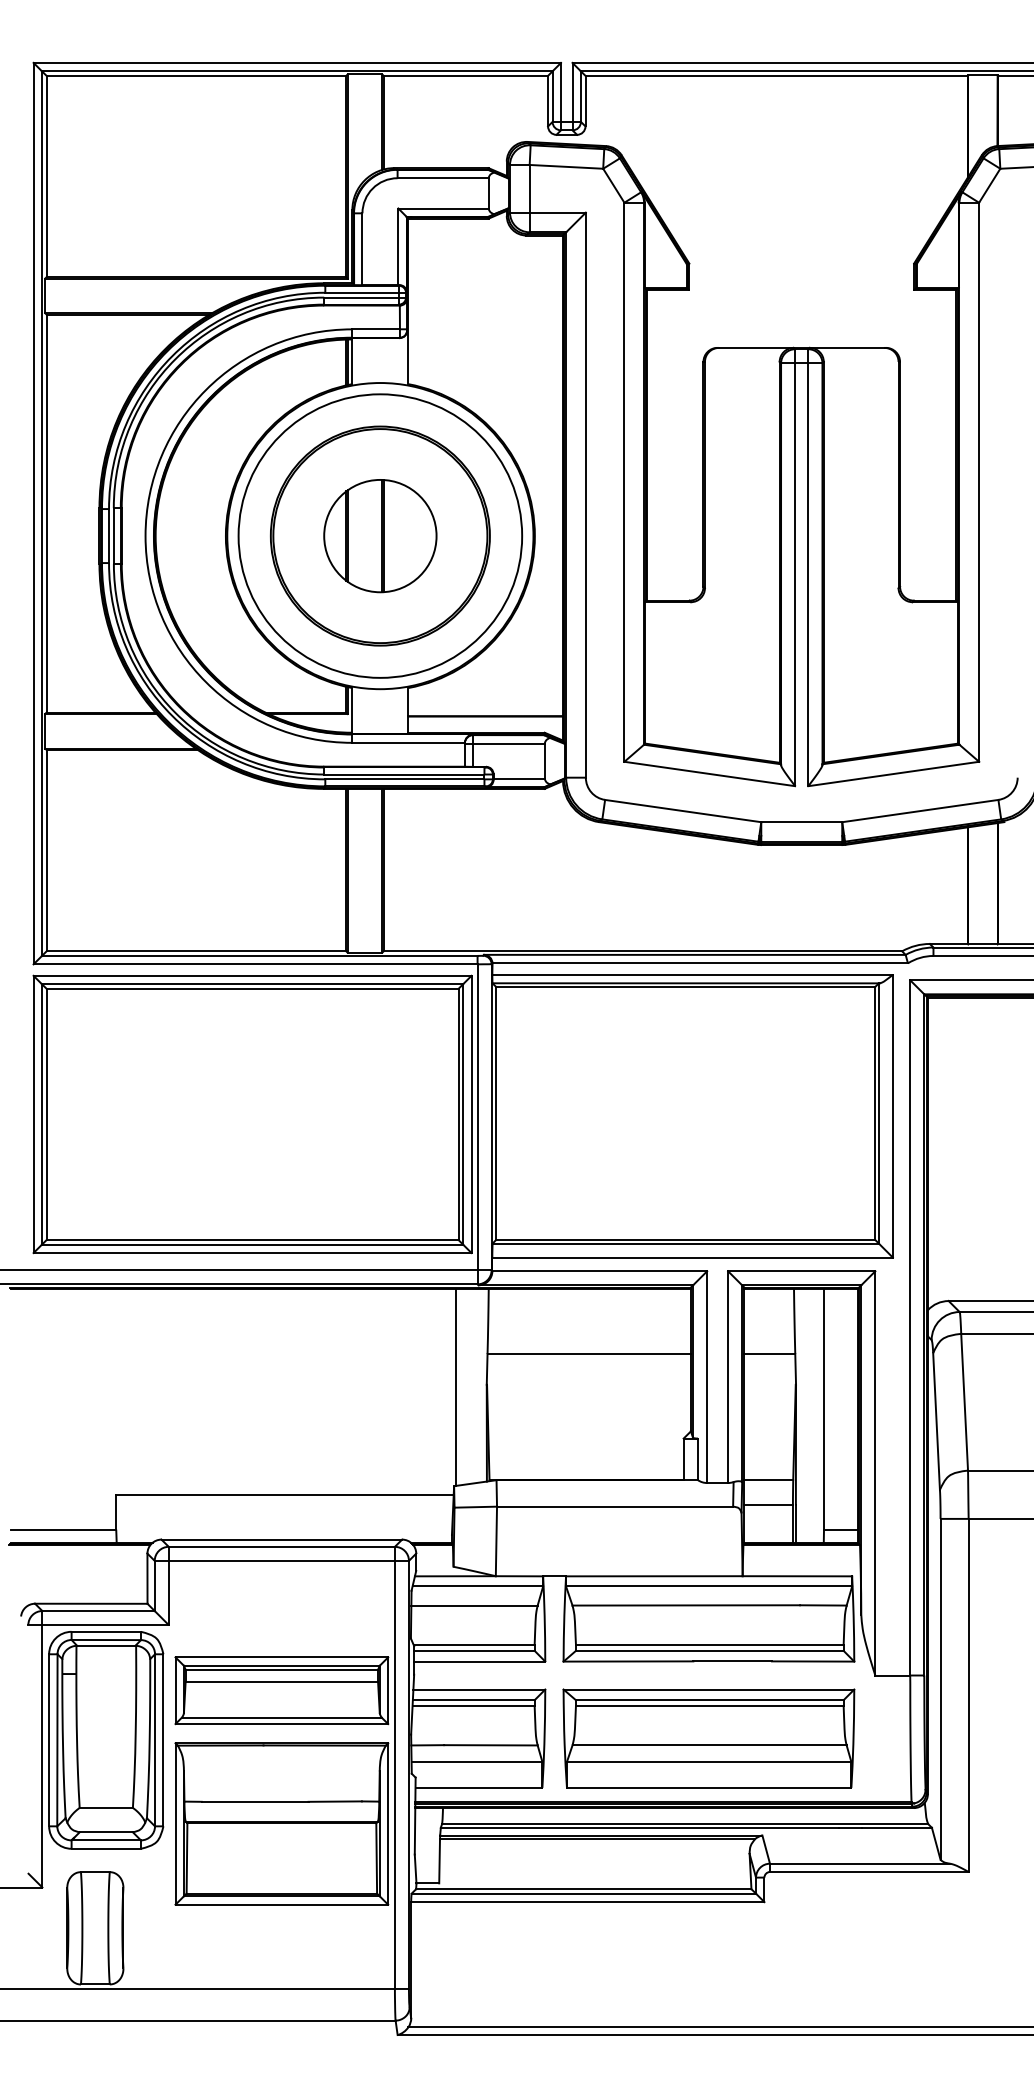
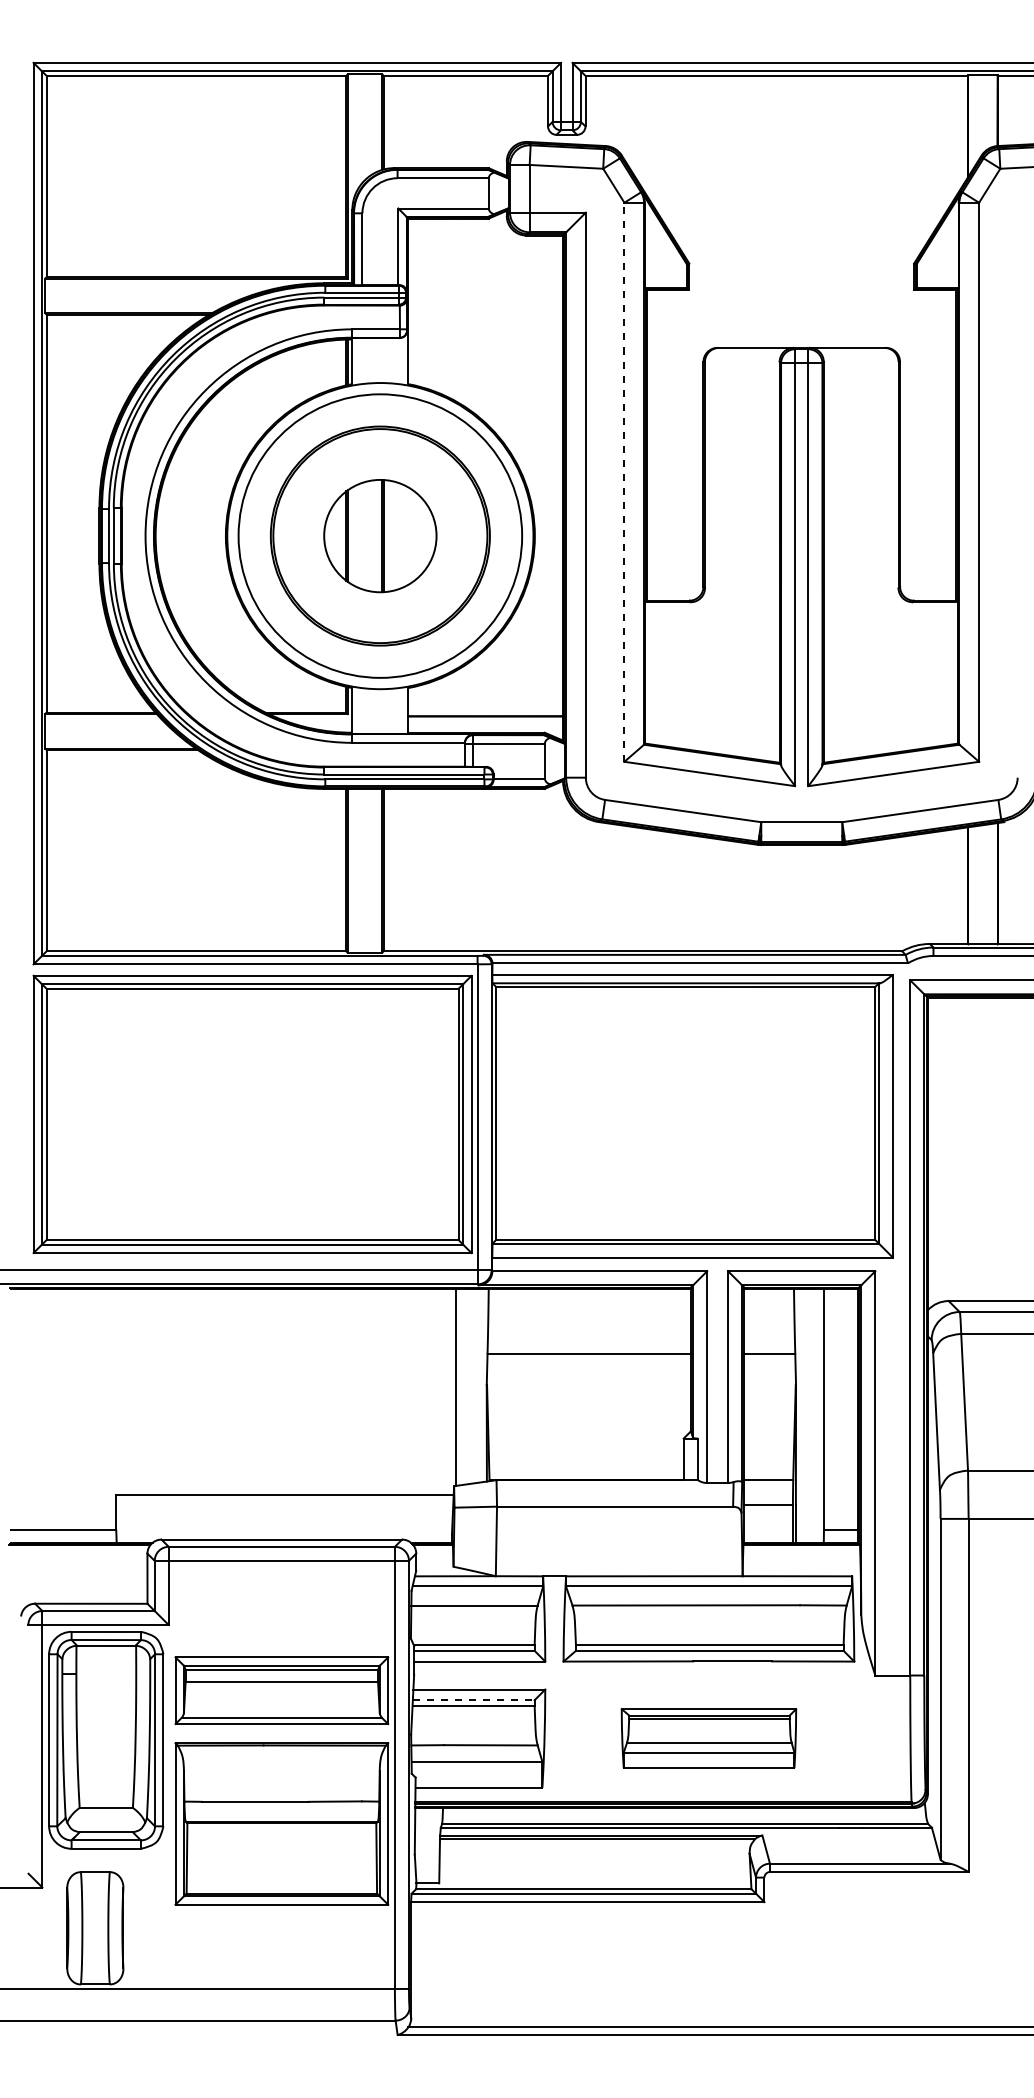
line at (624, 482): solid -> dashed
line at (473, 1700): solid -> dashed
part at (708, 1738) size: 294x101 px -> 178x61 px
